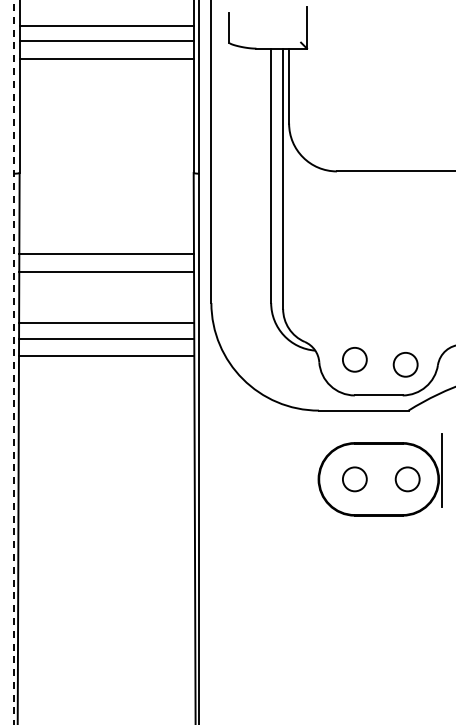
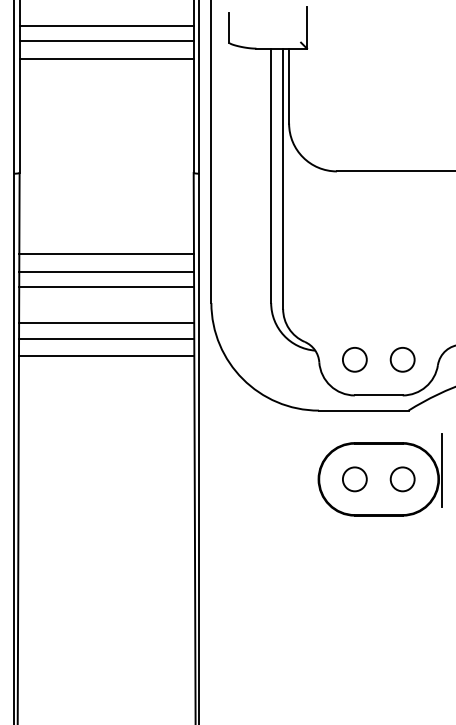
line at (106, 287): none -> present
line at (13, 362): dashed -> solid
circle at (405, 364) position: (405, 364) -> (402, 359)
circle at (407, 479) position: (407, 479) -> (402, 479)
